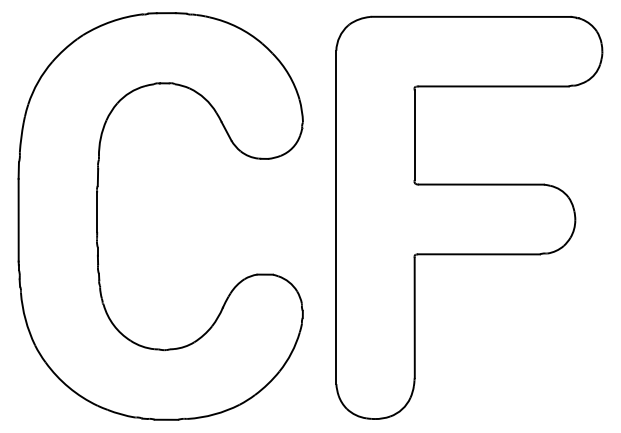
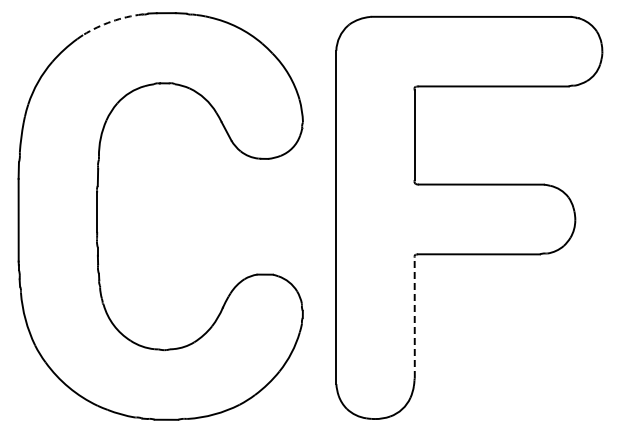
arc at (111, 21): solid -> dashed
line at (414, 317): solid -> dashed
